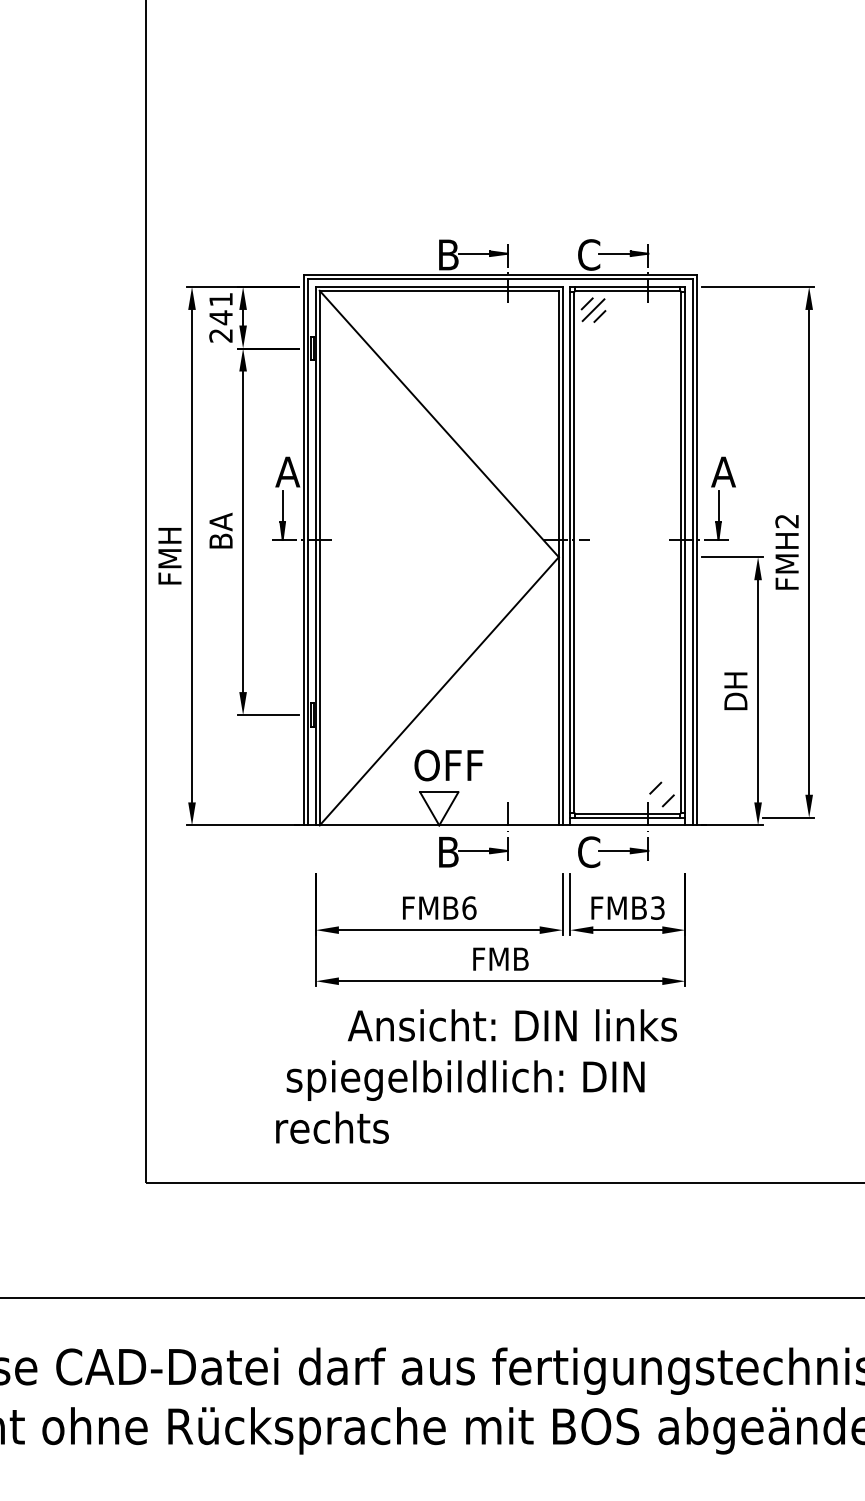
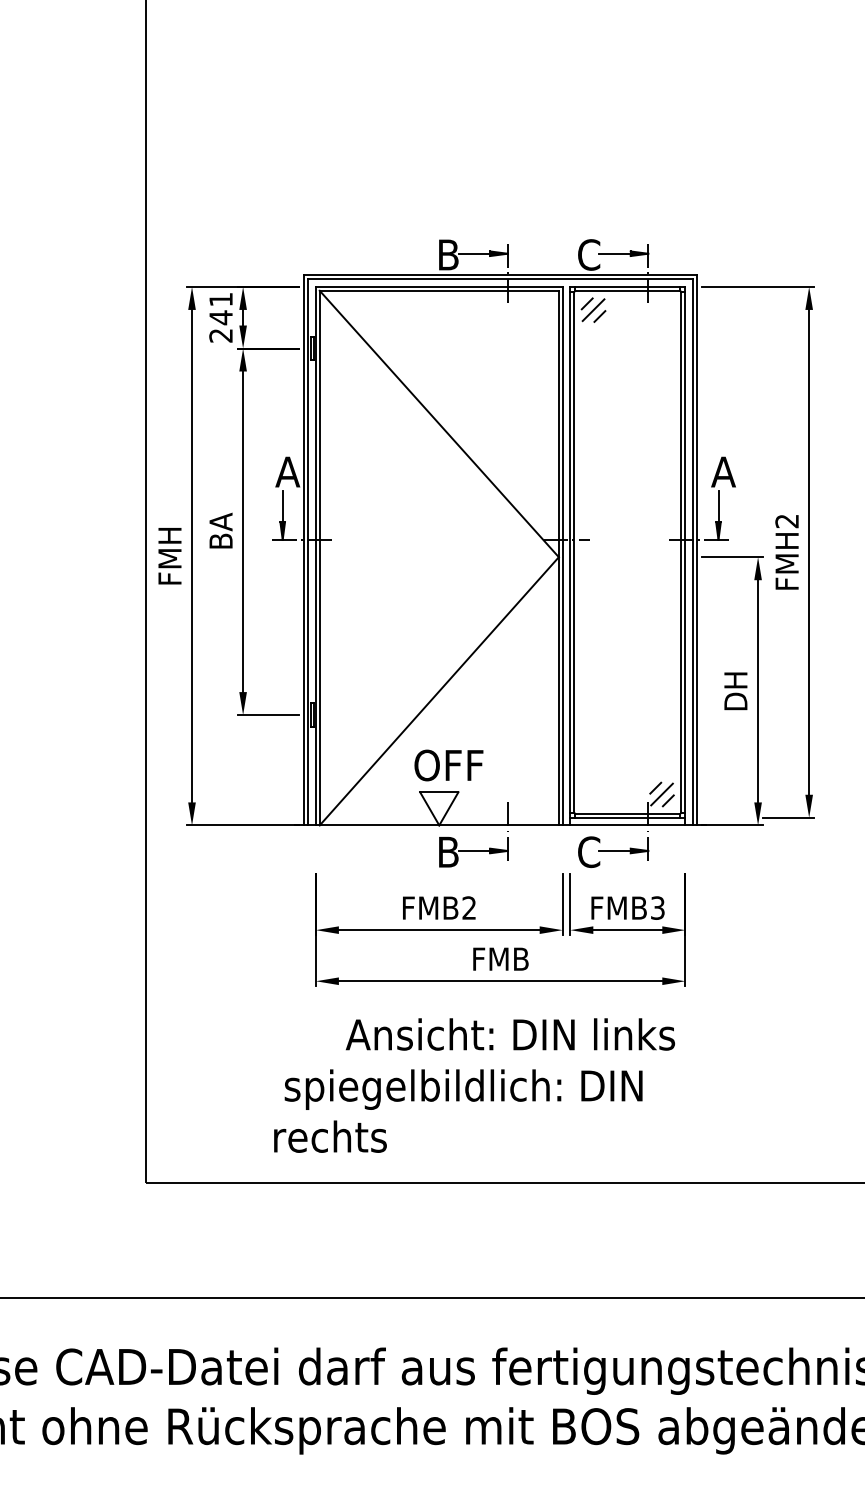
line at (661, 794): none -> present
text at (469, 907): FMB6 -> FMB2
text at (476, 1076) position: (476, 1076) -> (474, 1085)
